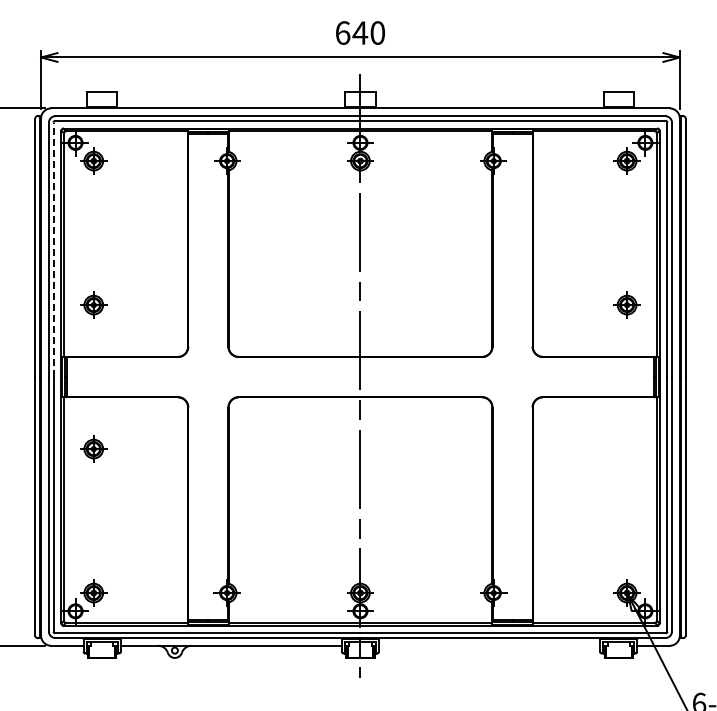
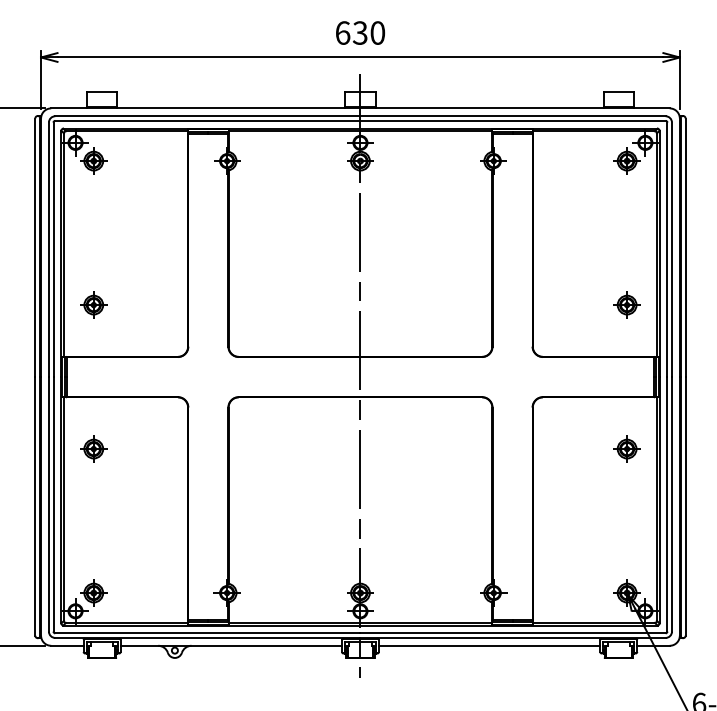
text at (360, 32): 640 -> 630
line at (53, 249): dashed -> solid
part at (626, 448): none -> present
line at (489, 645): none -> present
